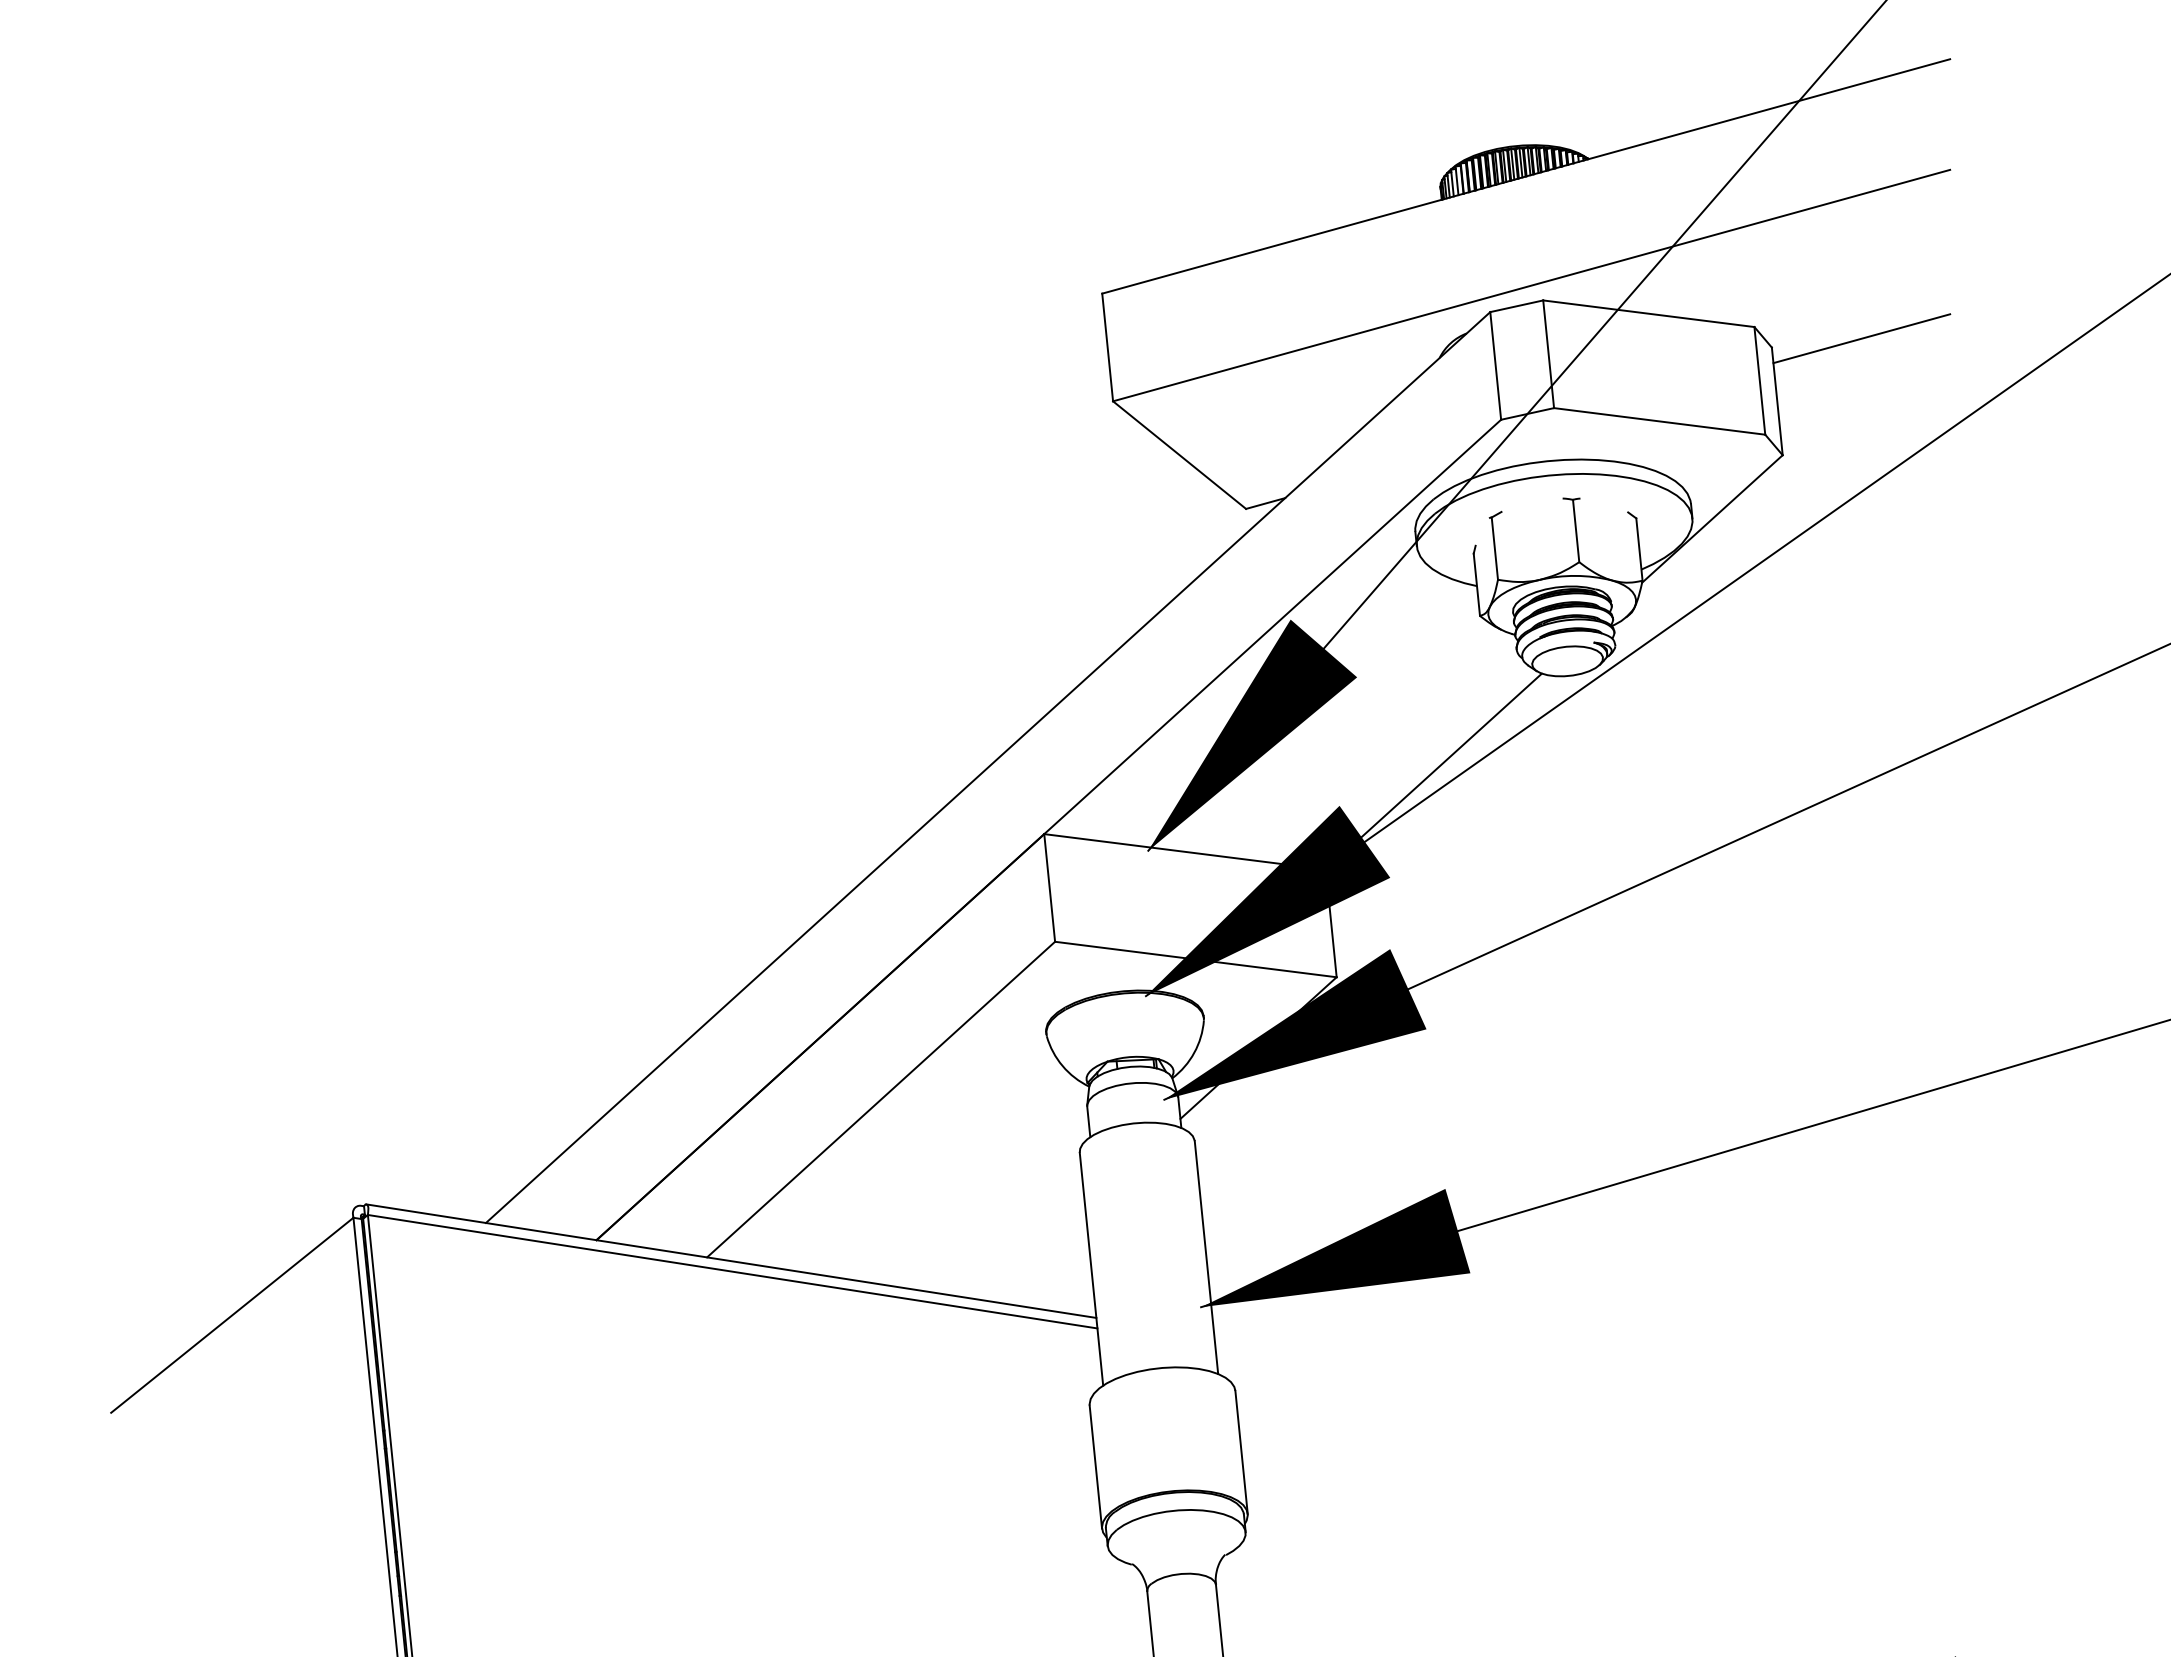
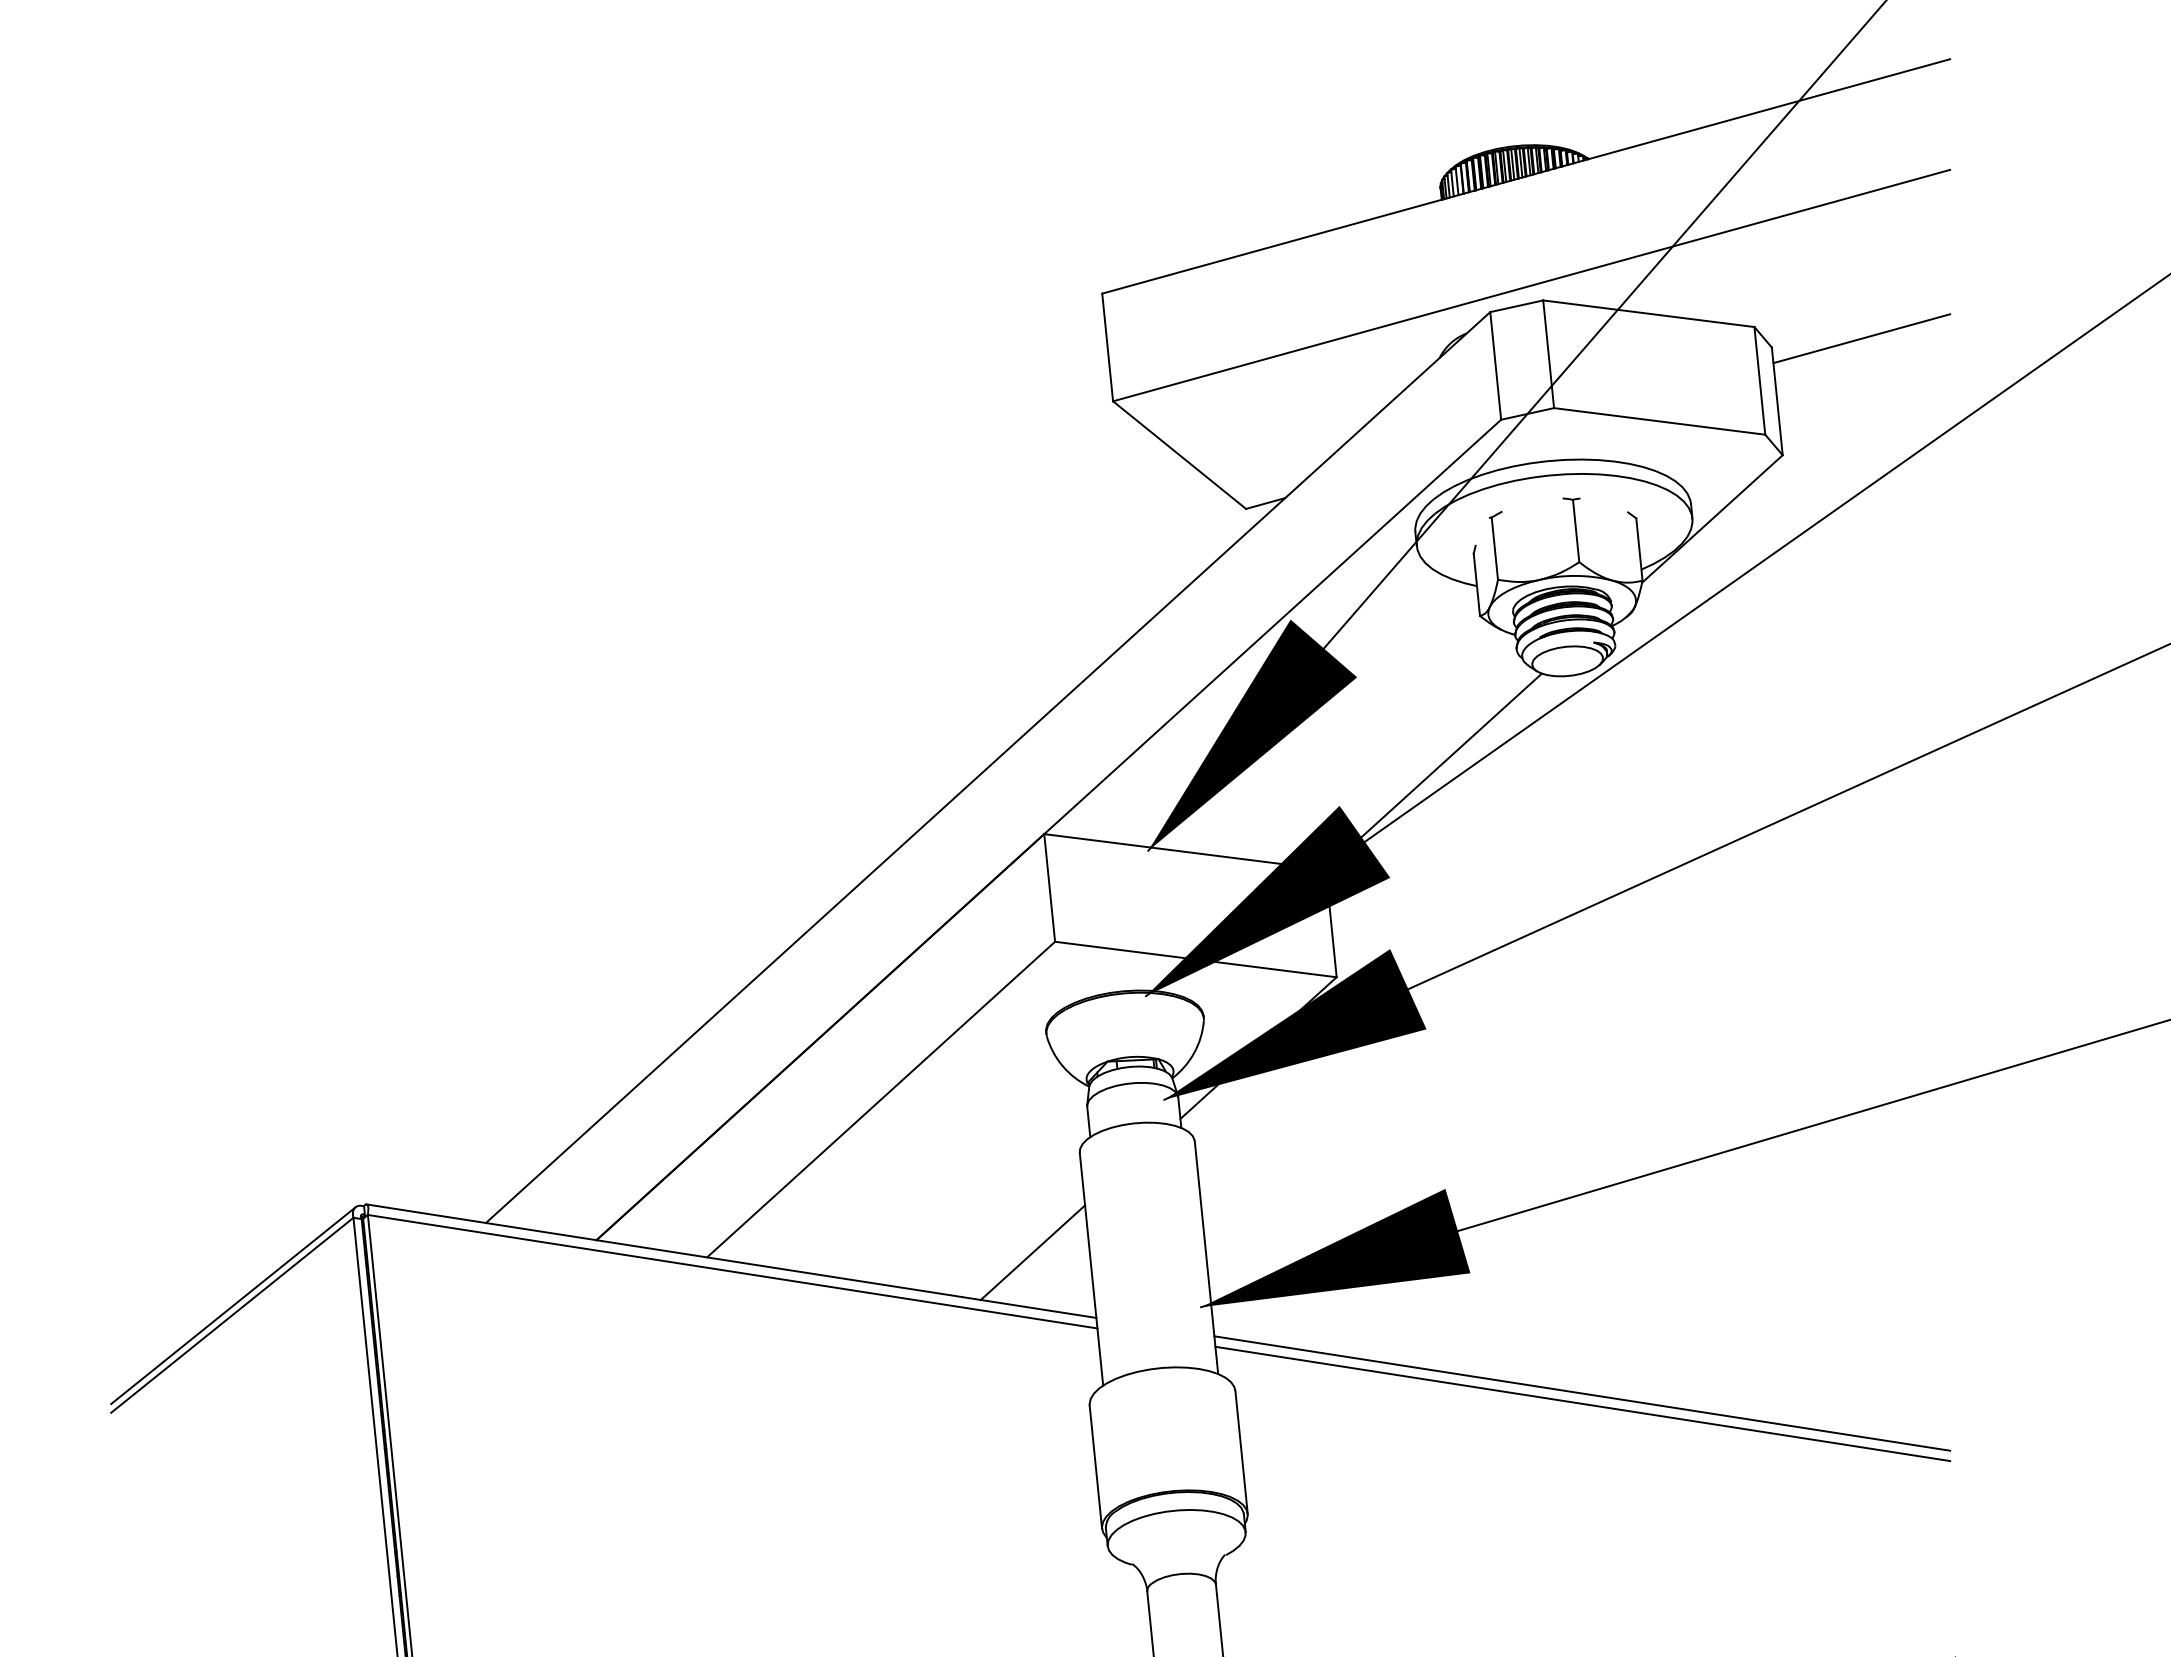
line at (1032, 1252): none -> present
line at (233, 1305): none -> present
line at (1582, 1393): none -> present
line at (1582, 1403): none -> present
